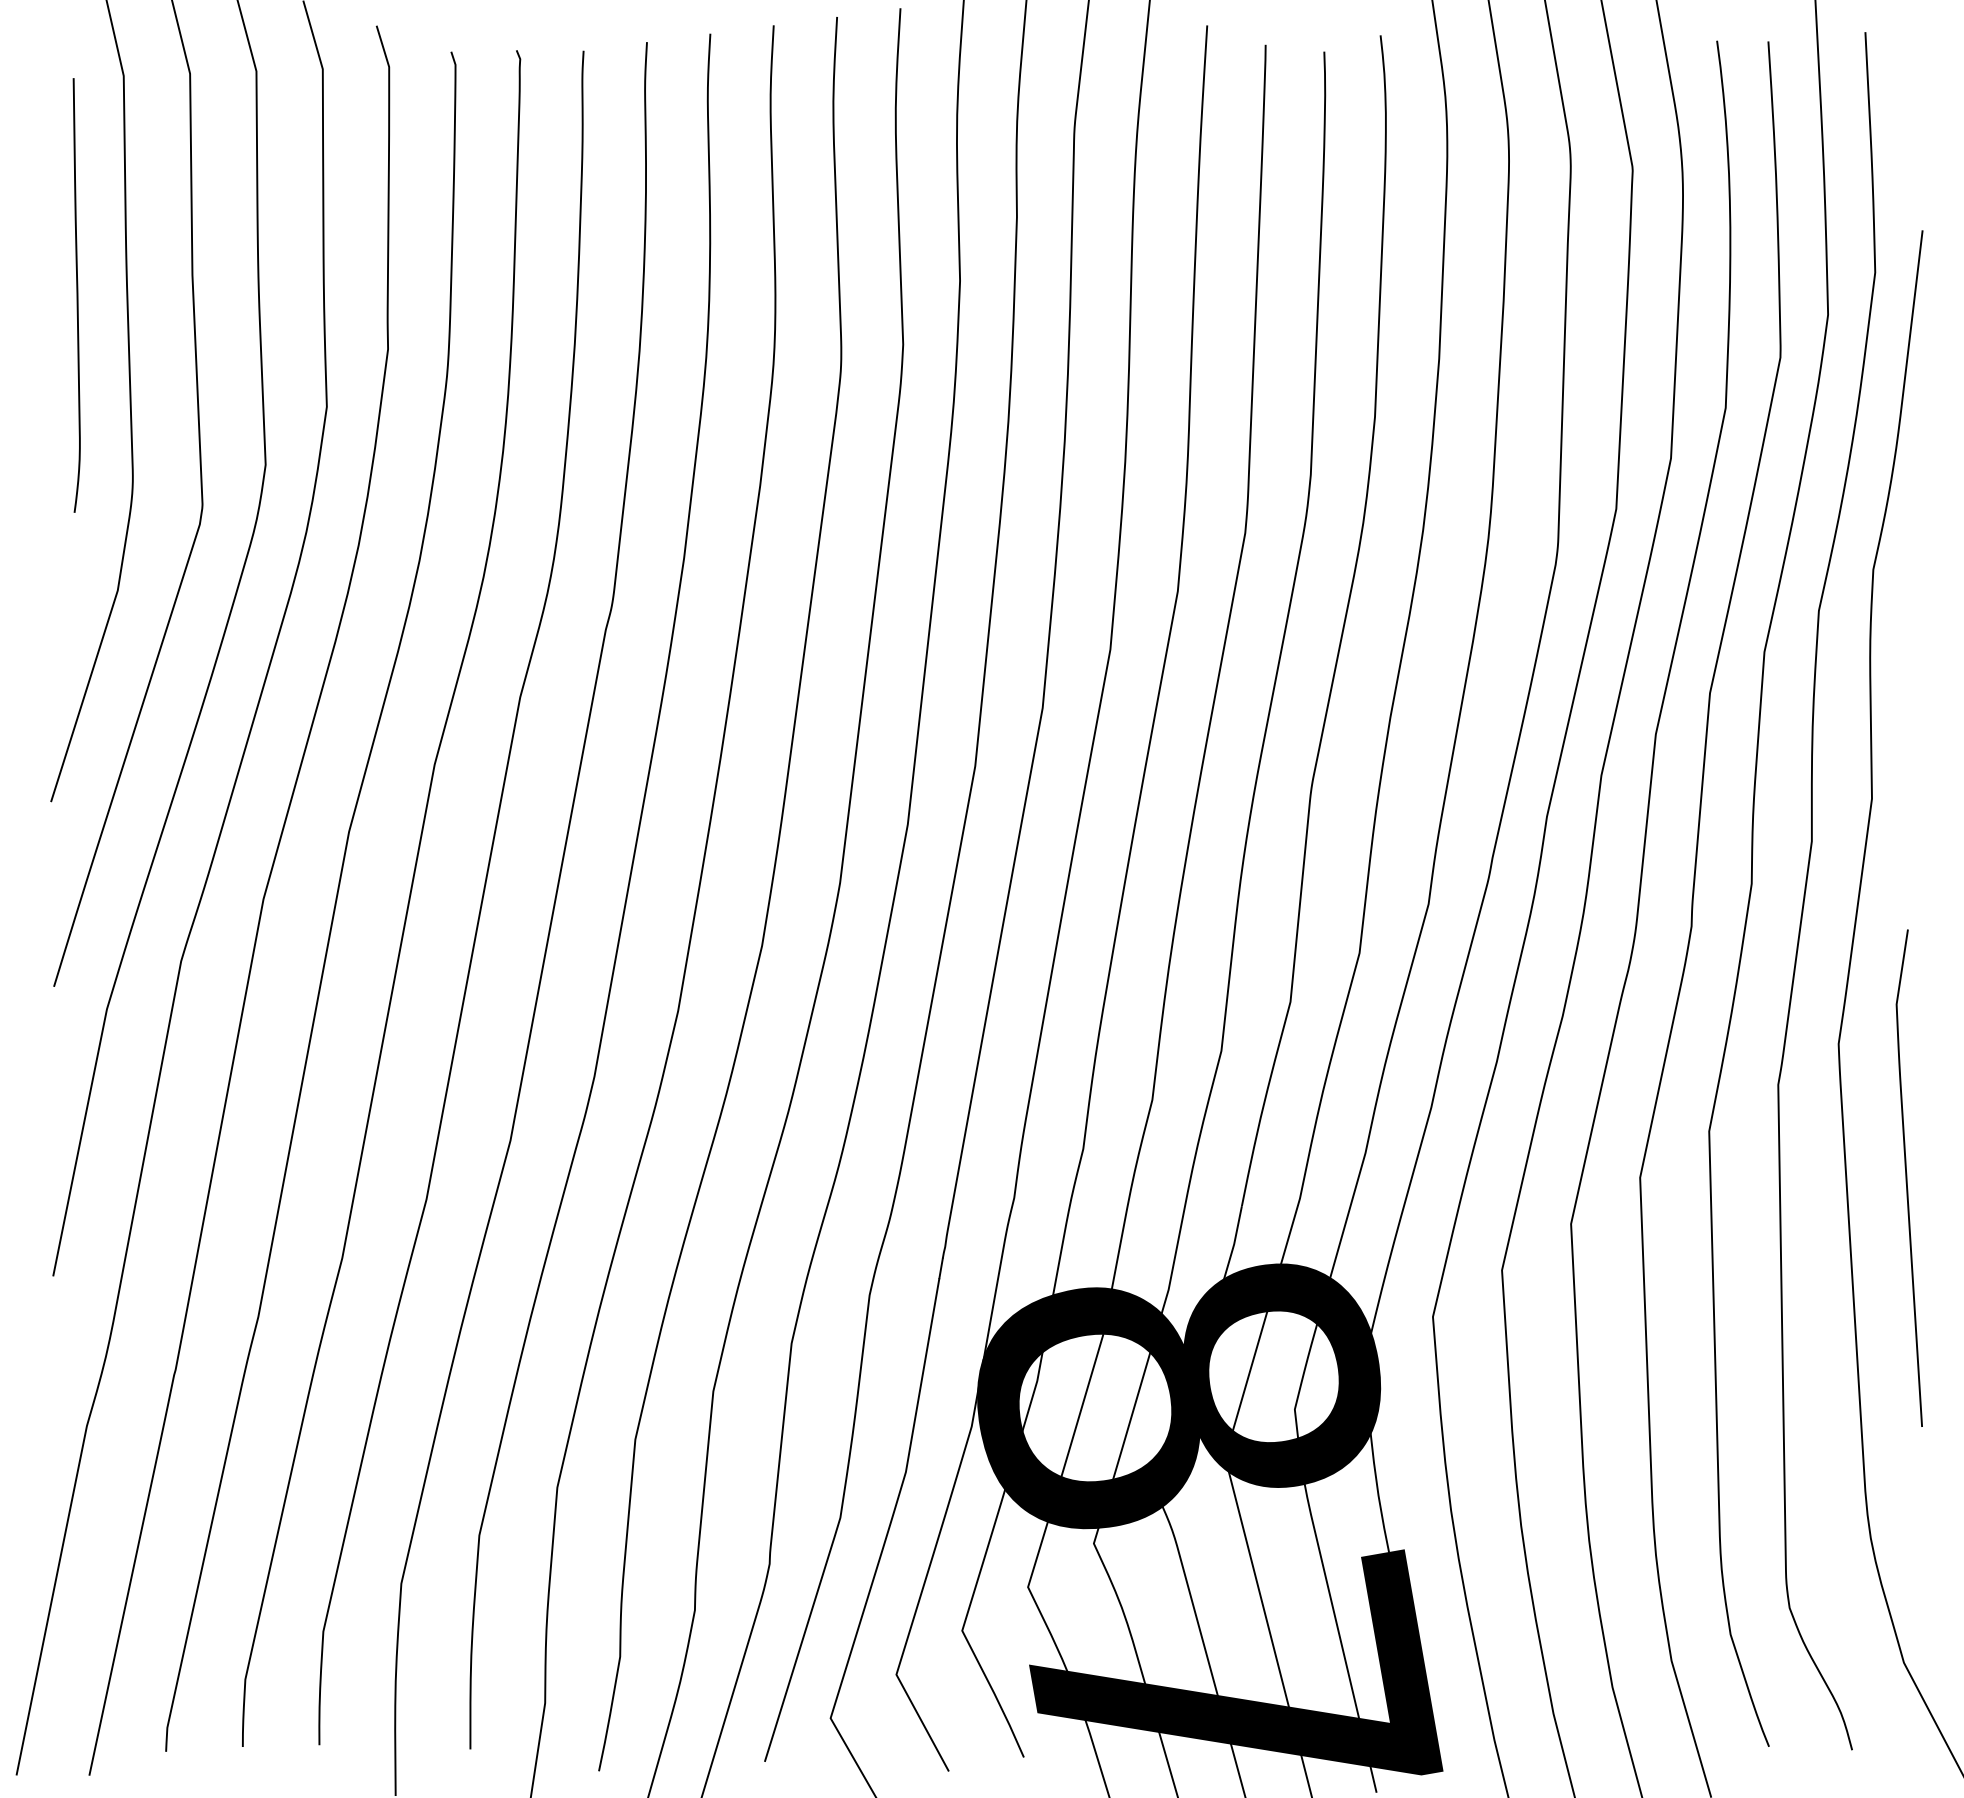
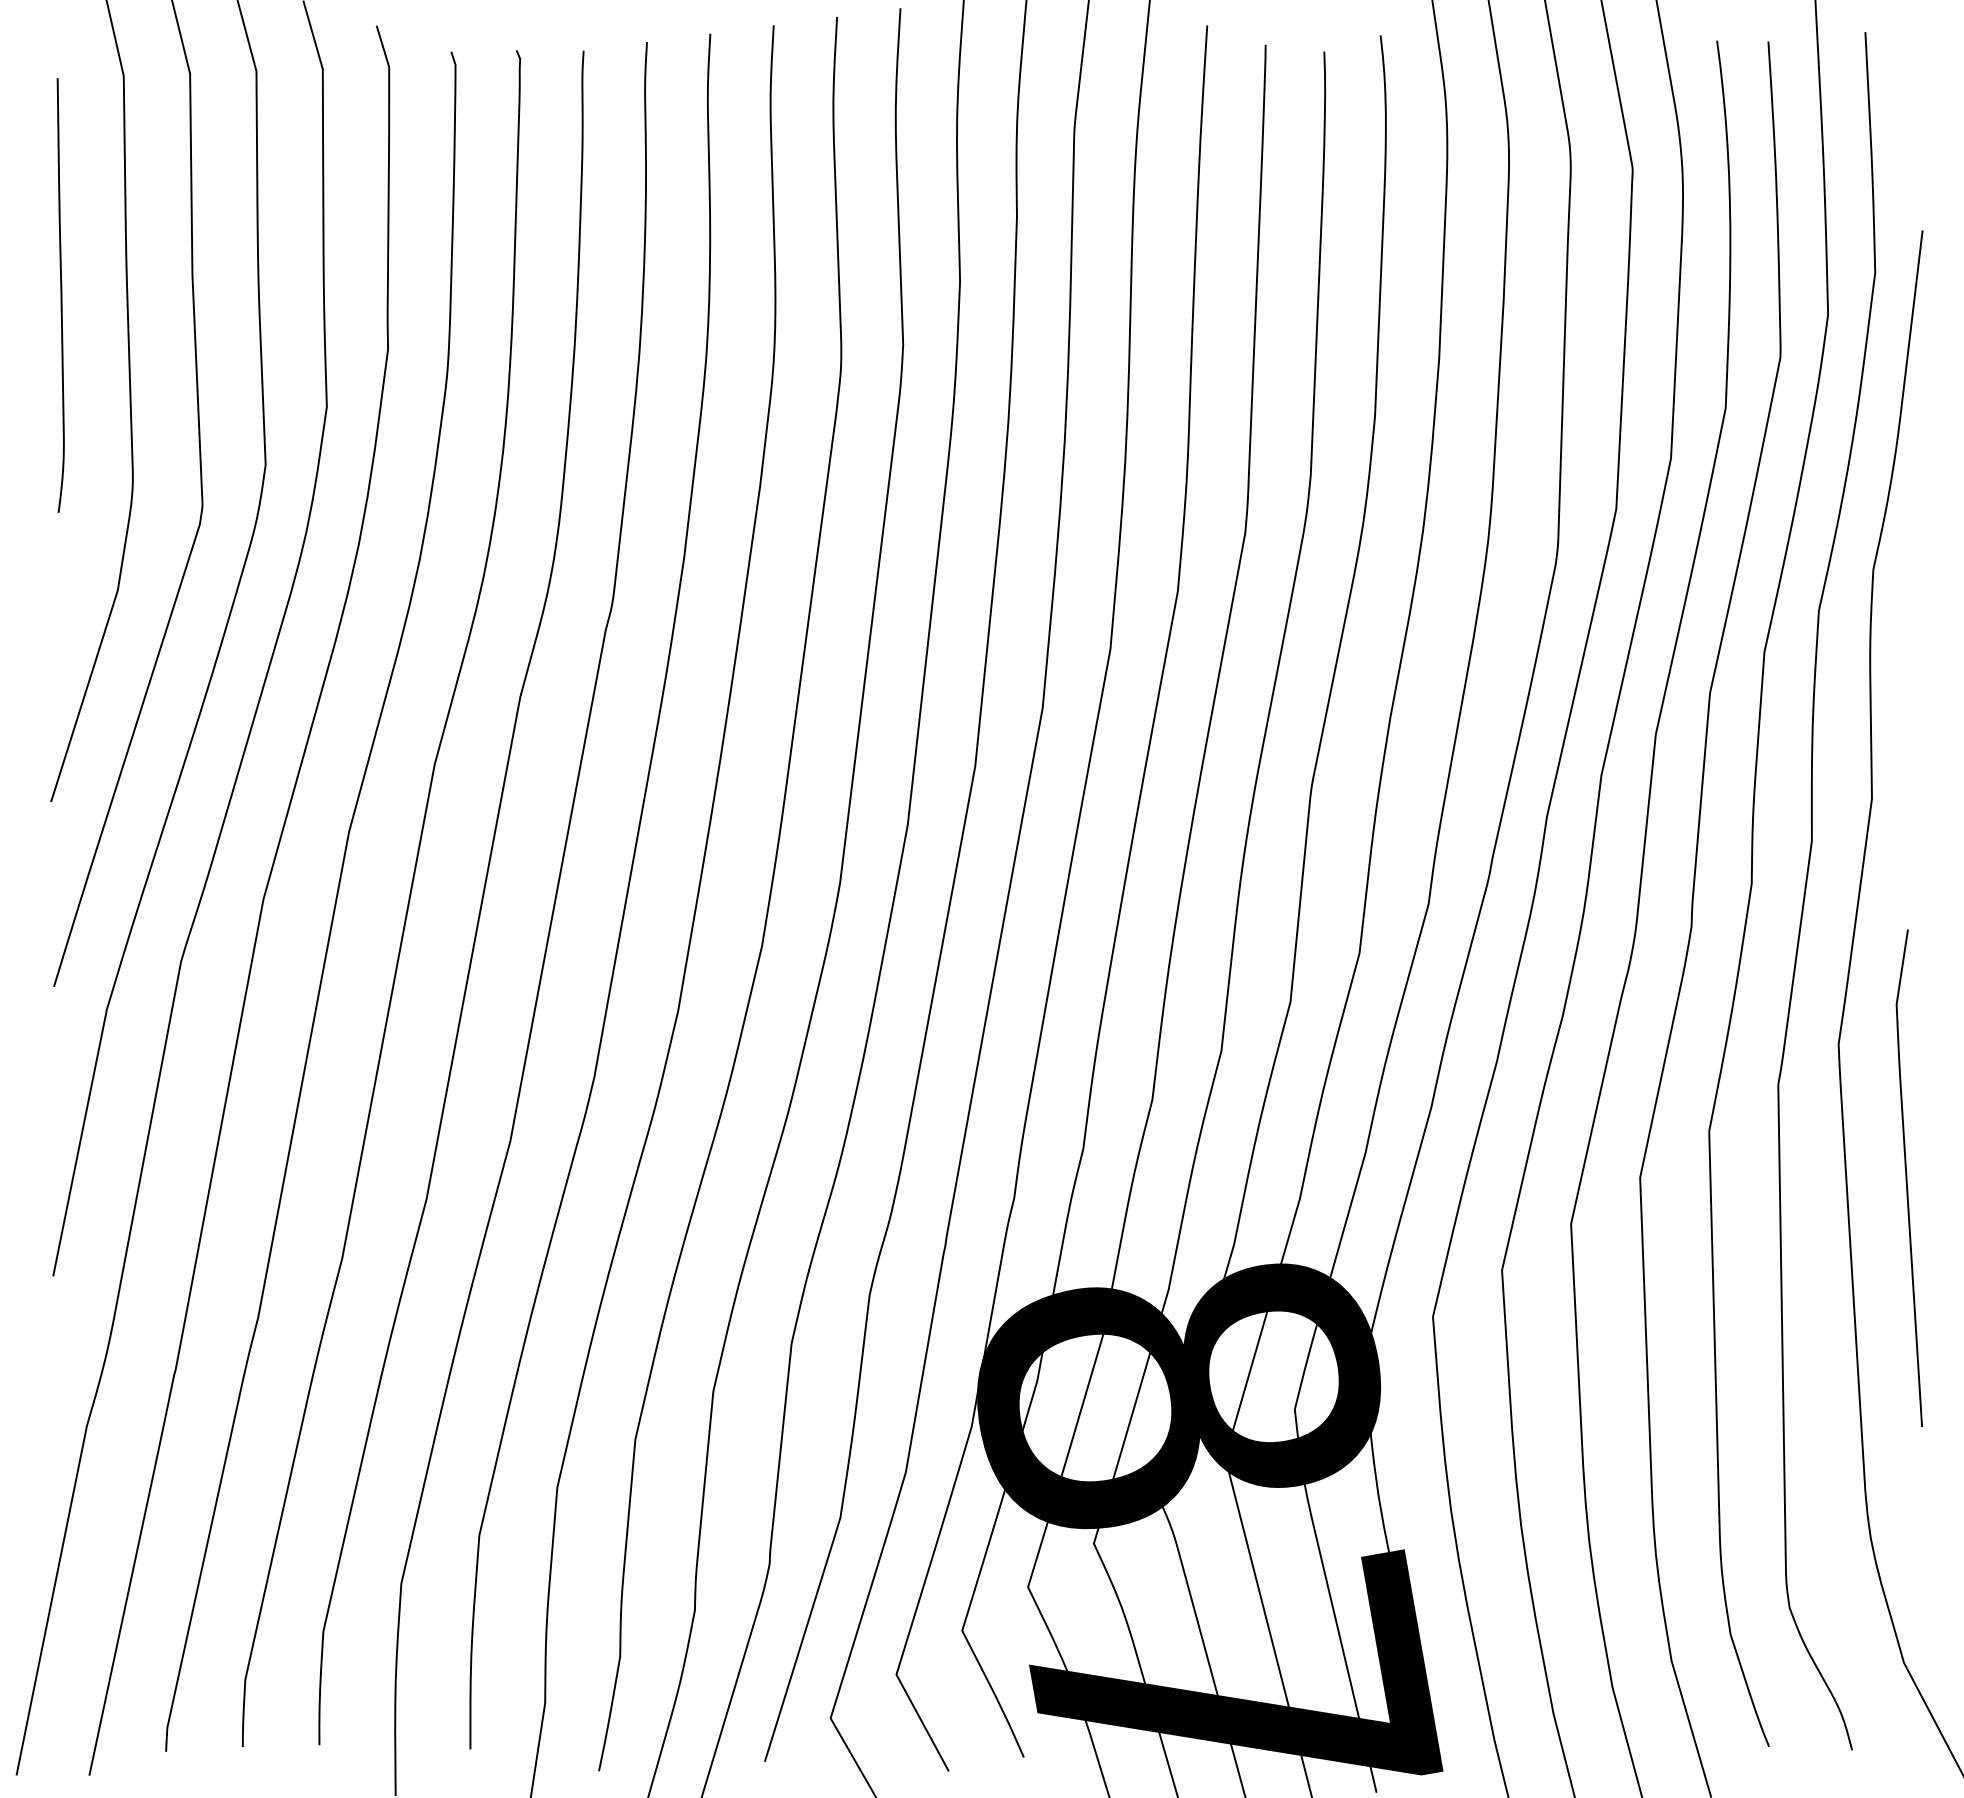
curve at (76, 295) position: (76, 295) -> (60, 295)
